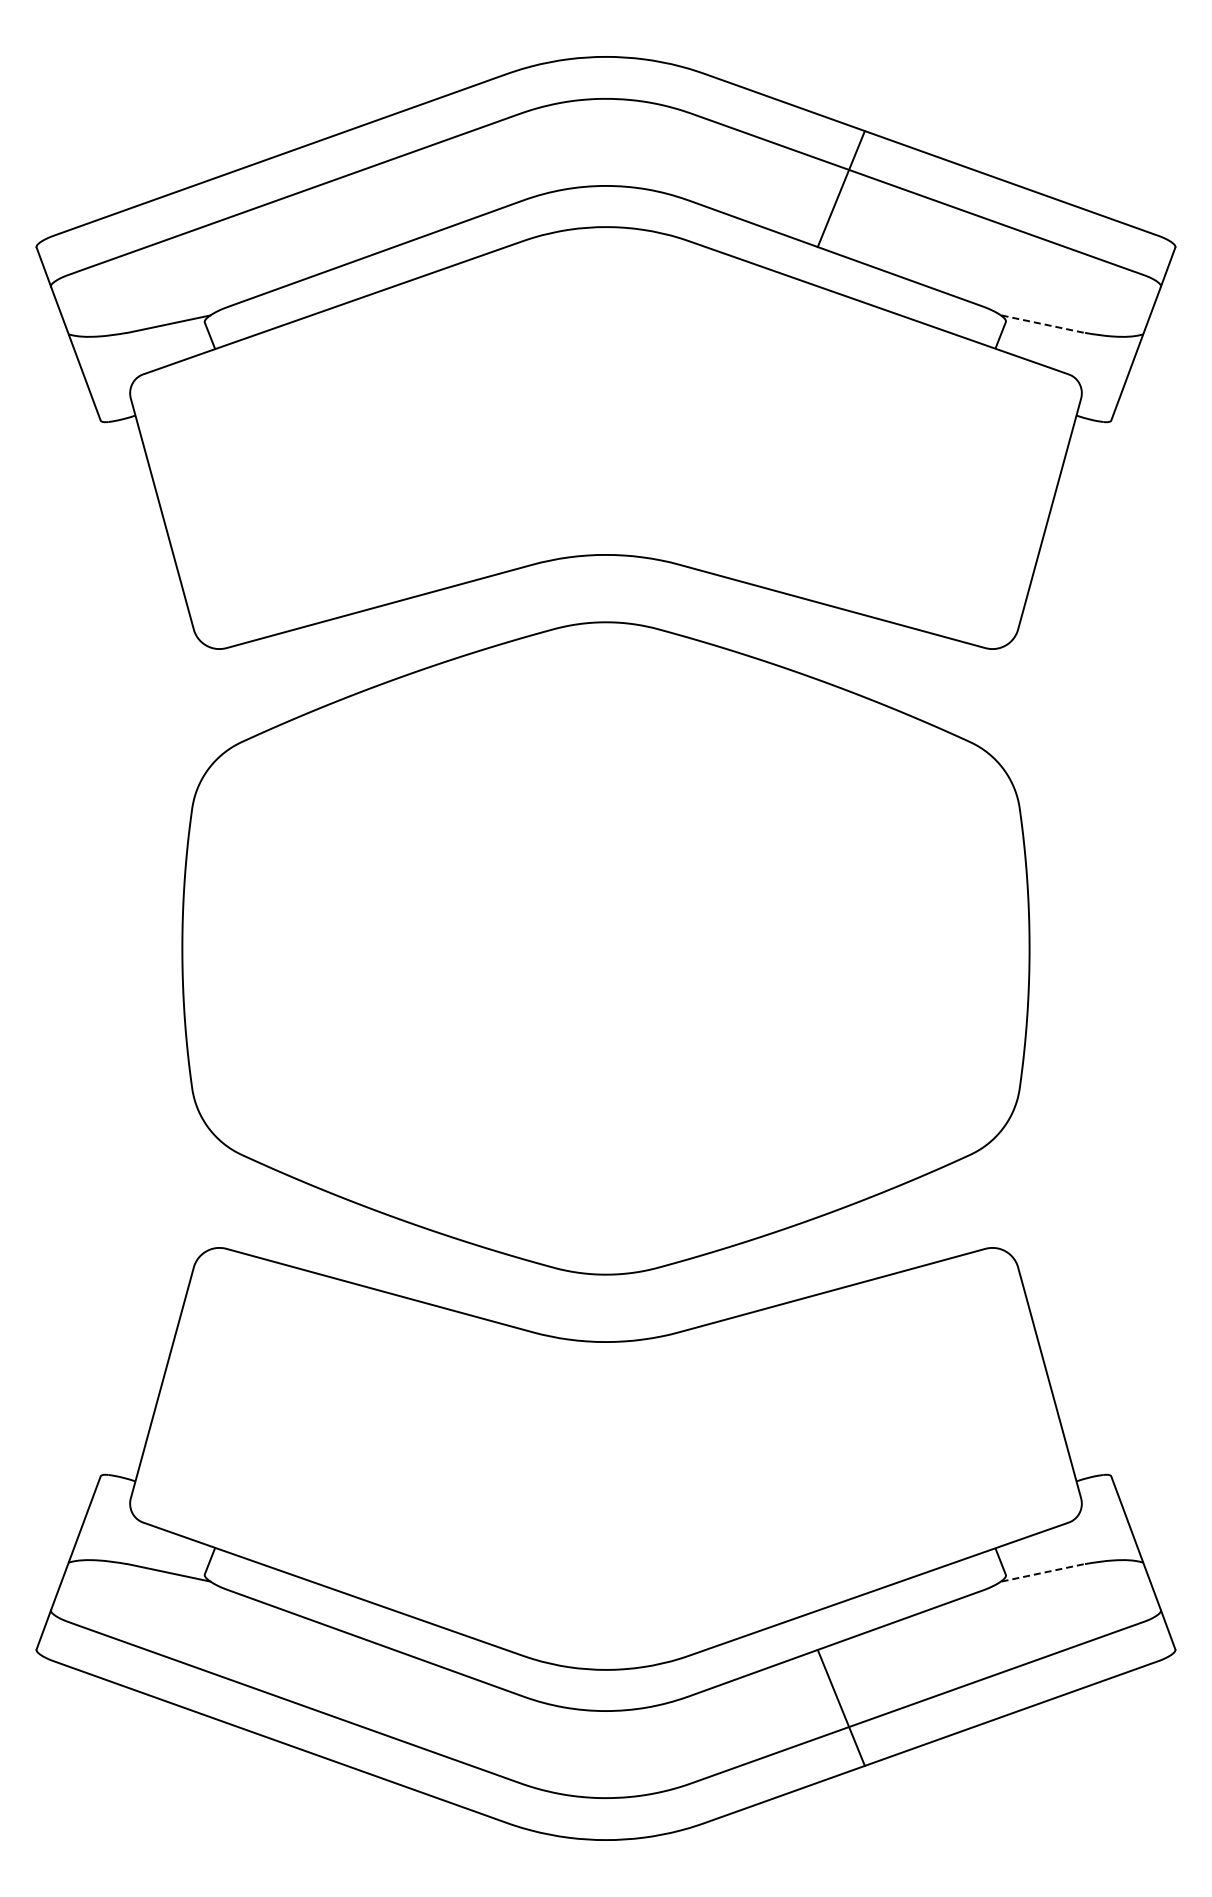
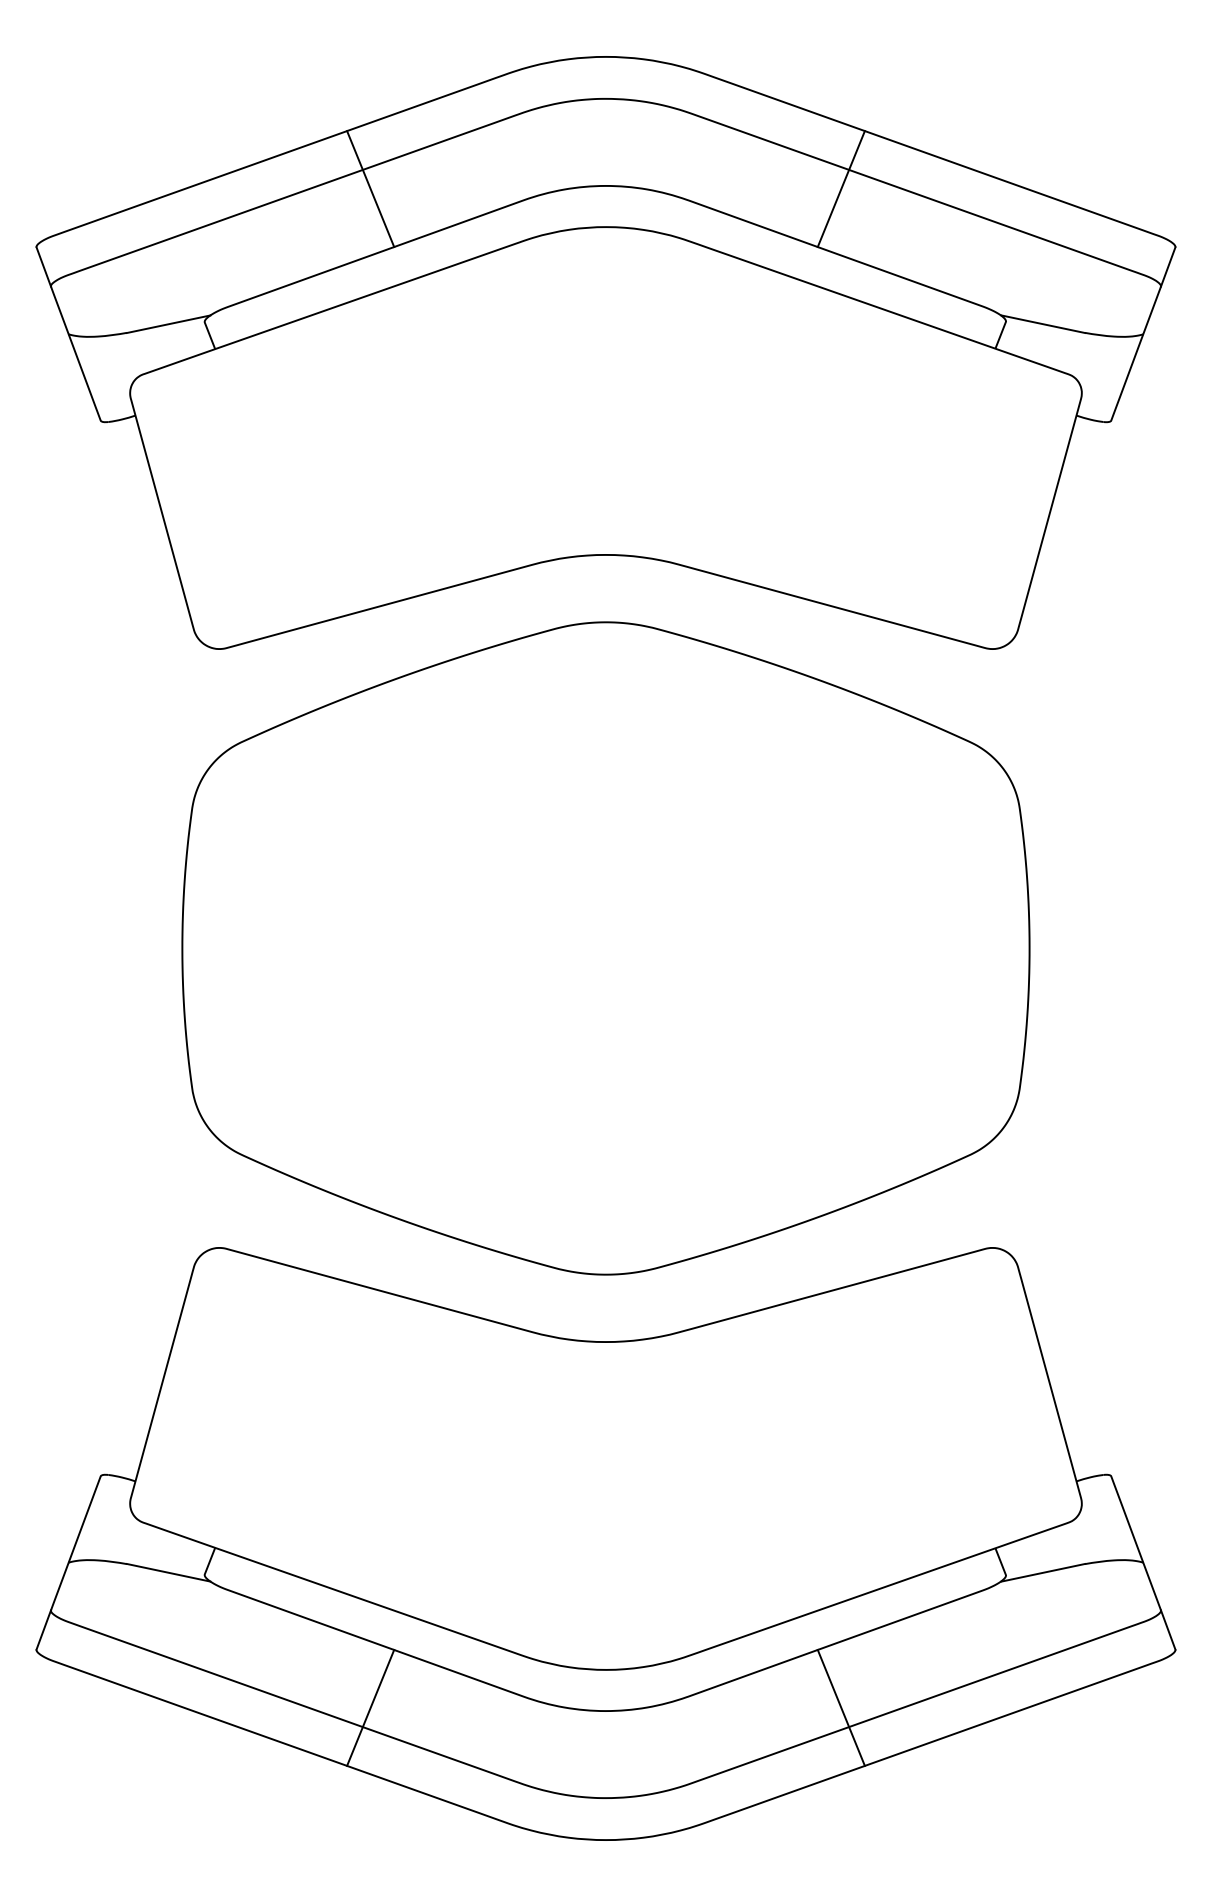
line at (370, 189): none -> present
line at (1043, 324): dashed -> solid
line at (1043, 1572): dashed -> solid
line at (370, 1707): none -> present
